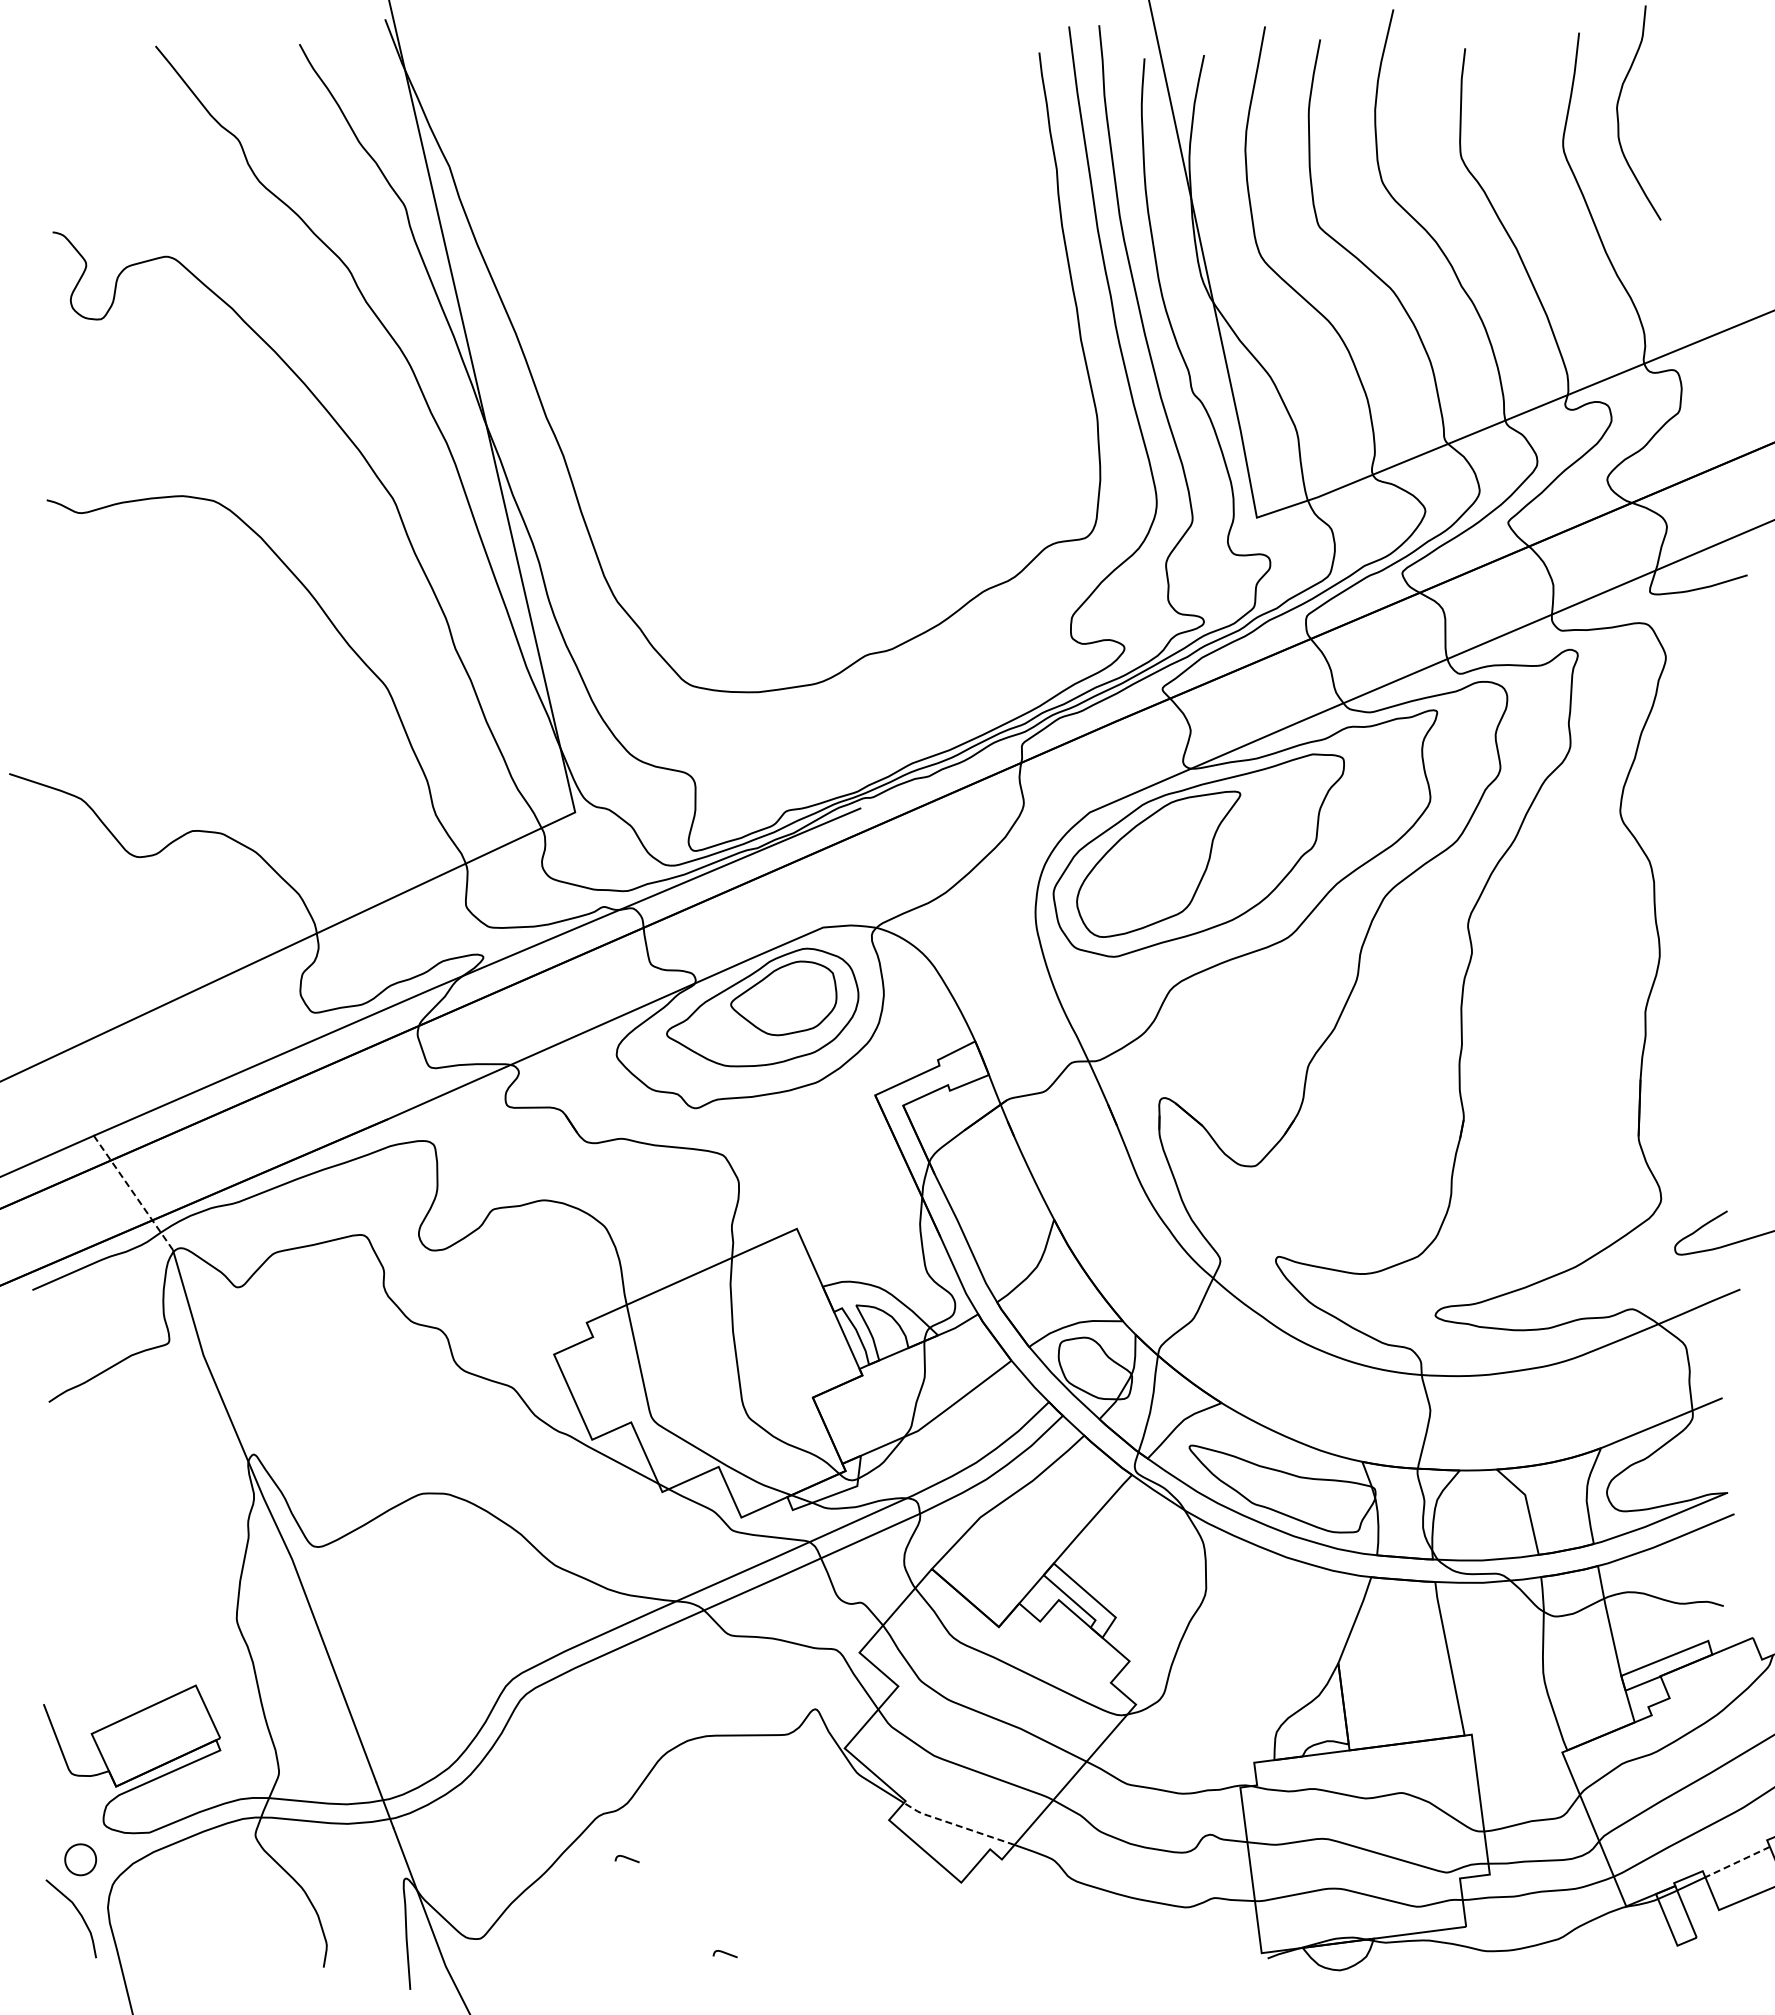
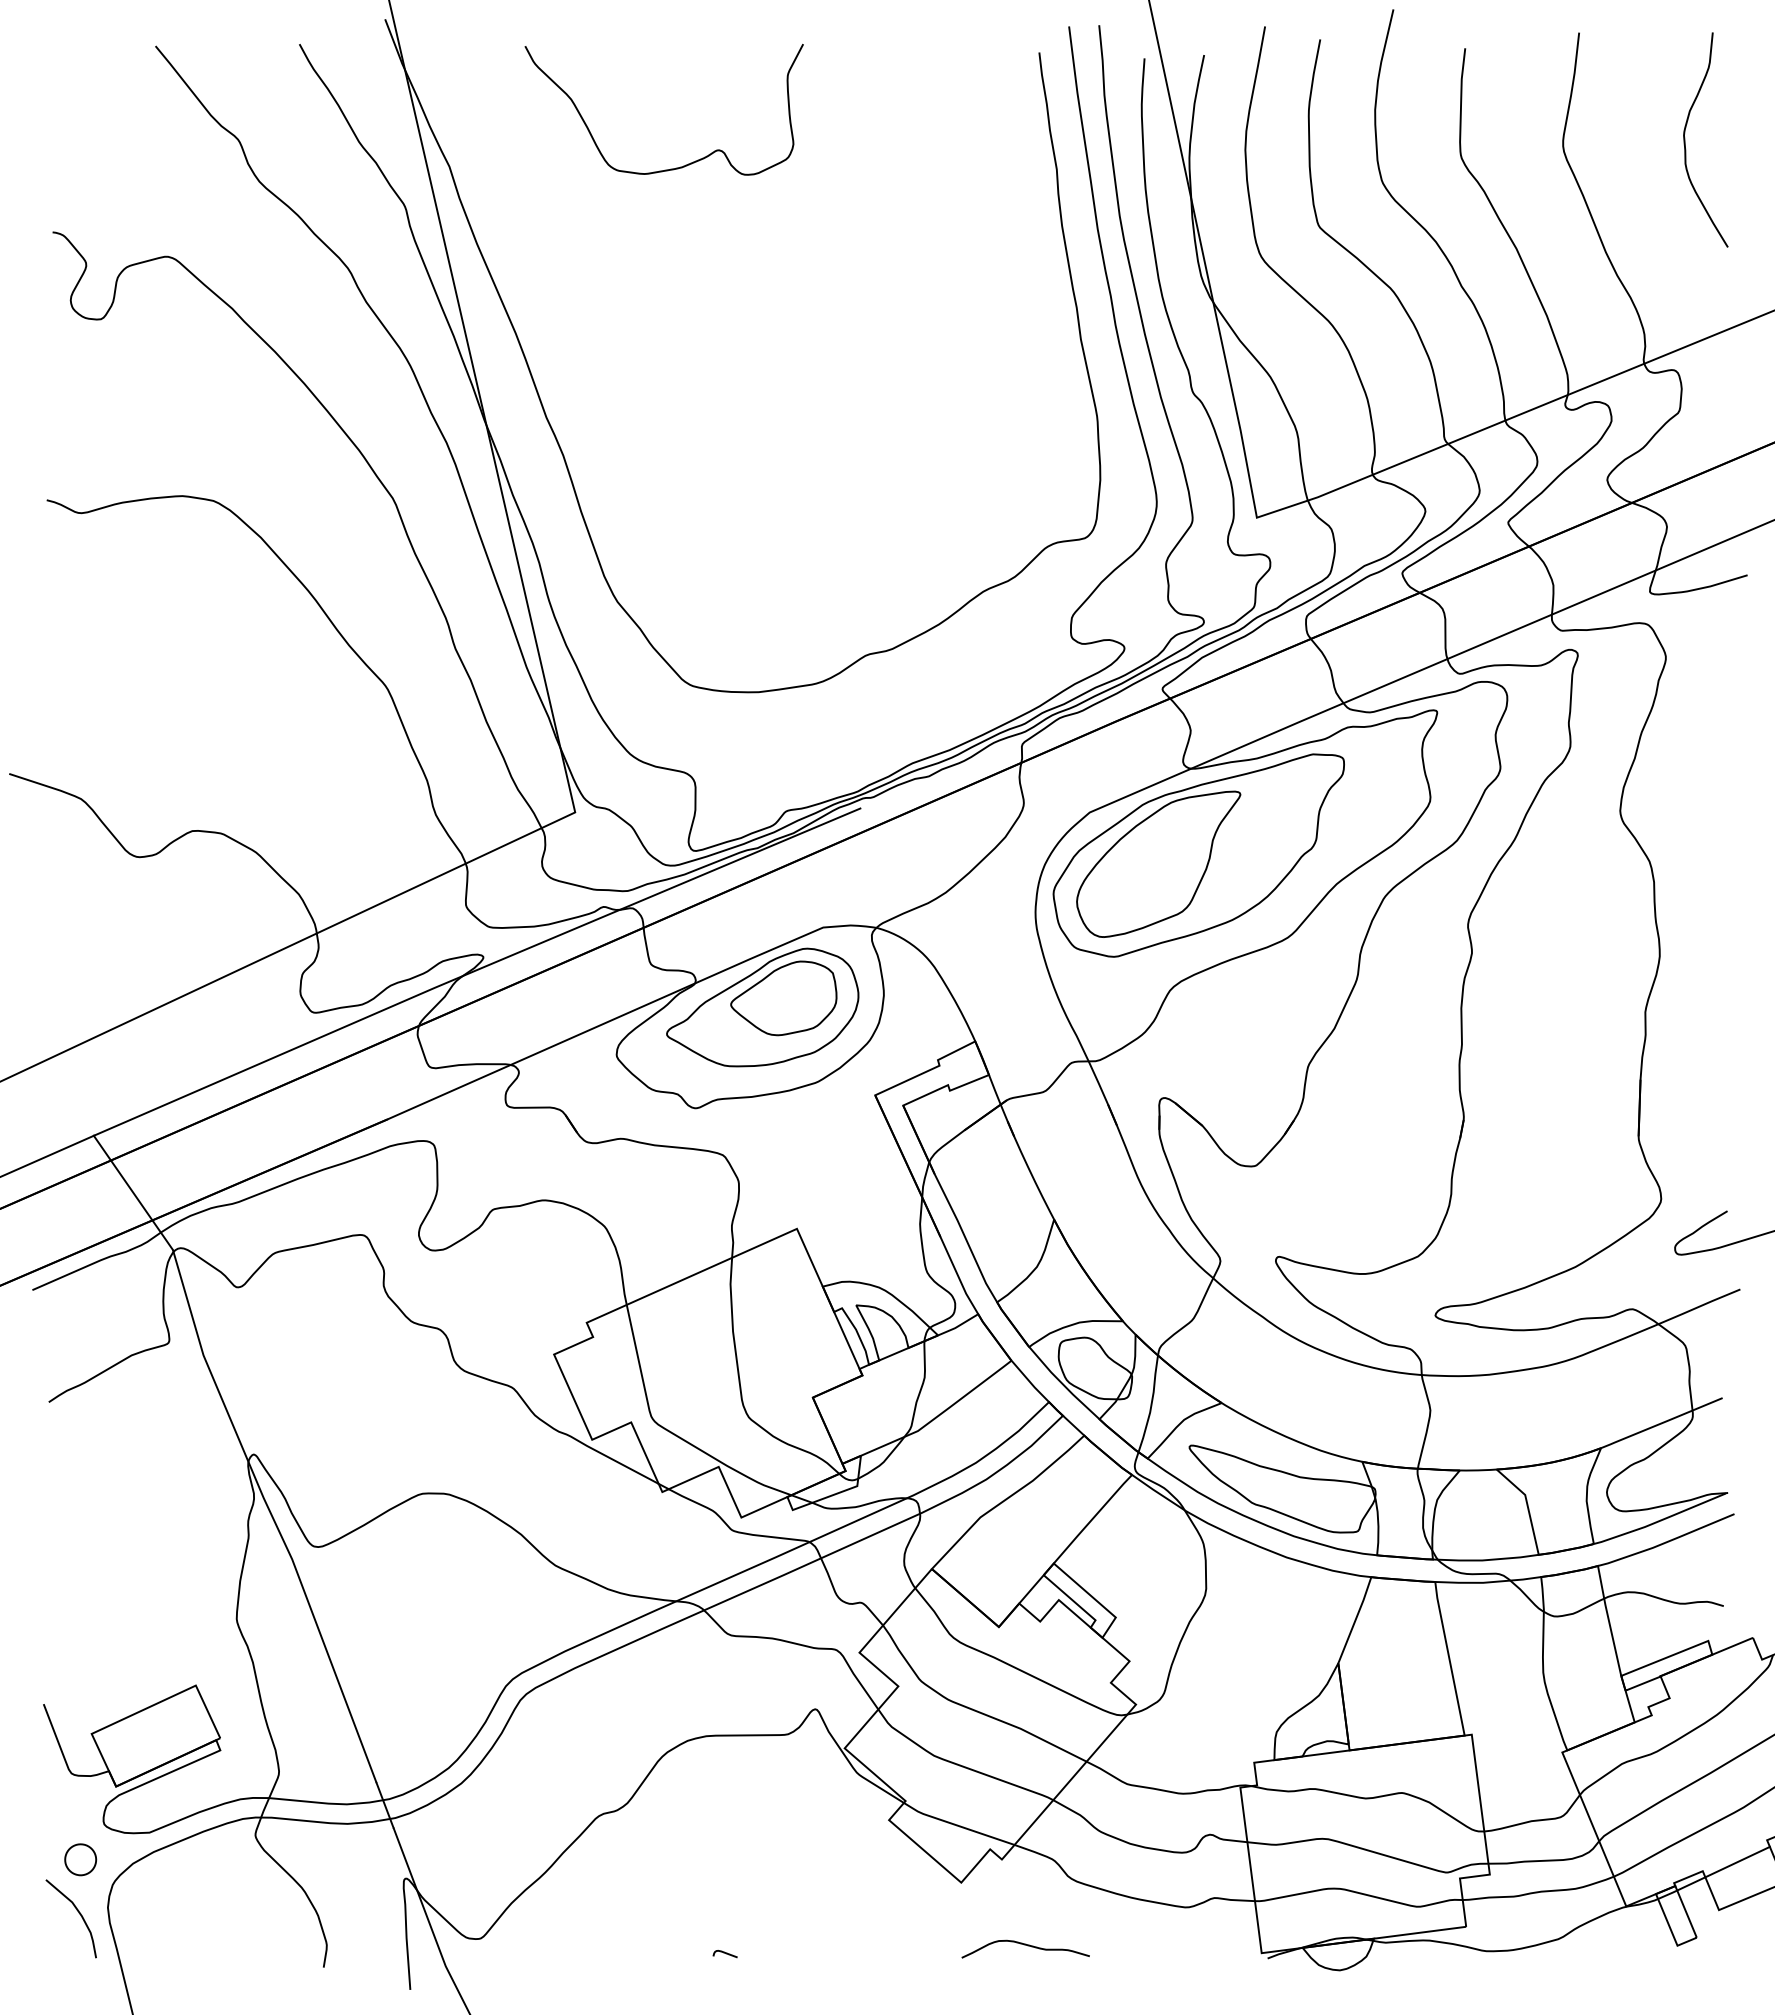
curve at (1618, 112) position: (1618, 112) -> (1685, 139)
curve at (685, 164): none -> present
line at (133, 1193): dashed -> solid
line at (956, 1825): dashed -> solid
curve at (626, 1858): present -> none
line at (1737, 1862): dashed -> solid
curve at (1027, 1946): none -> present
